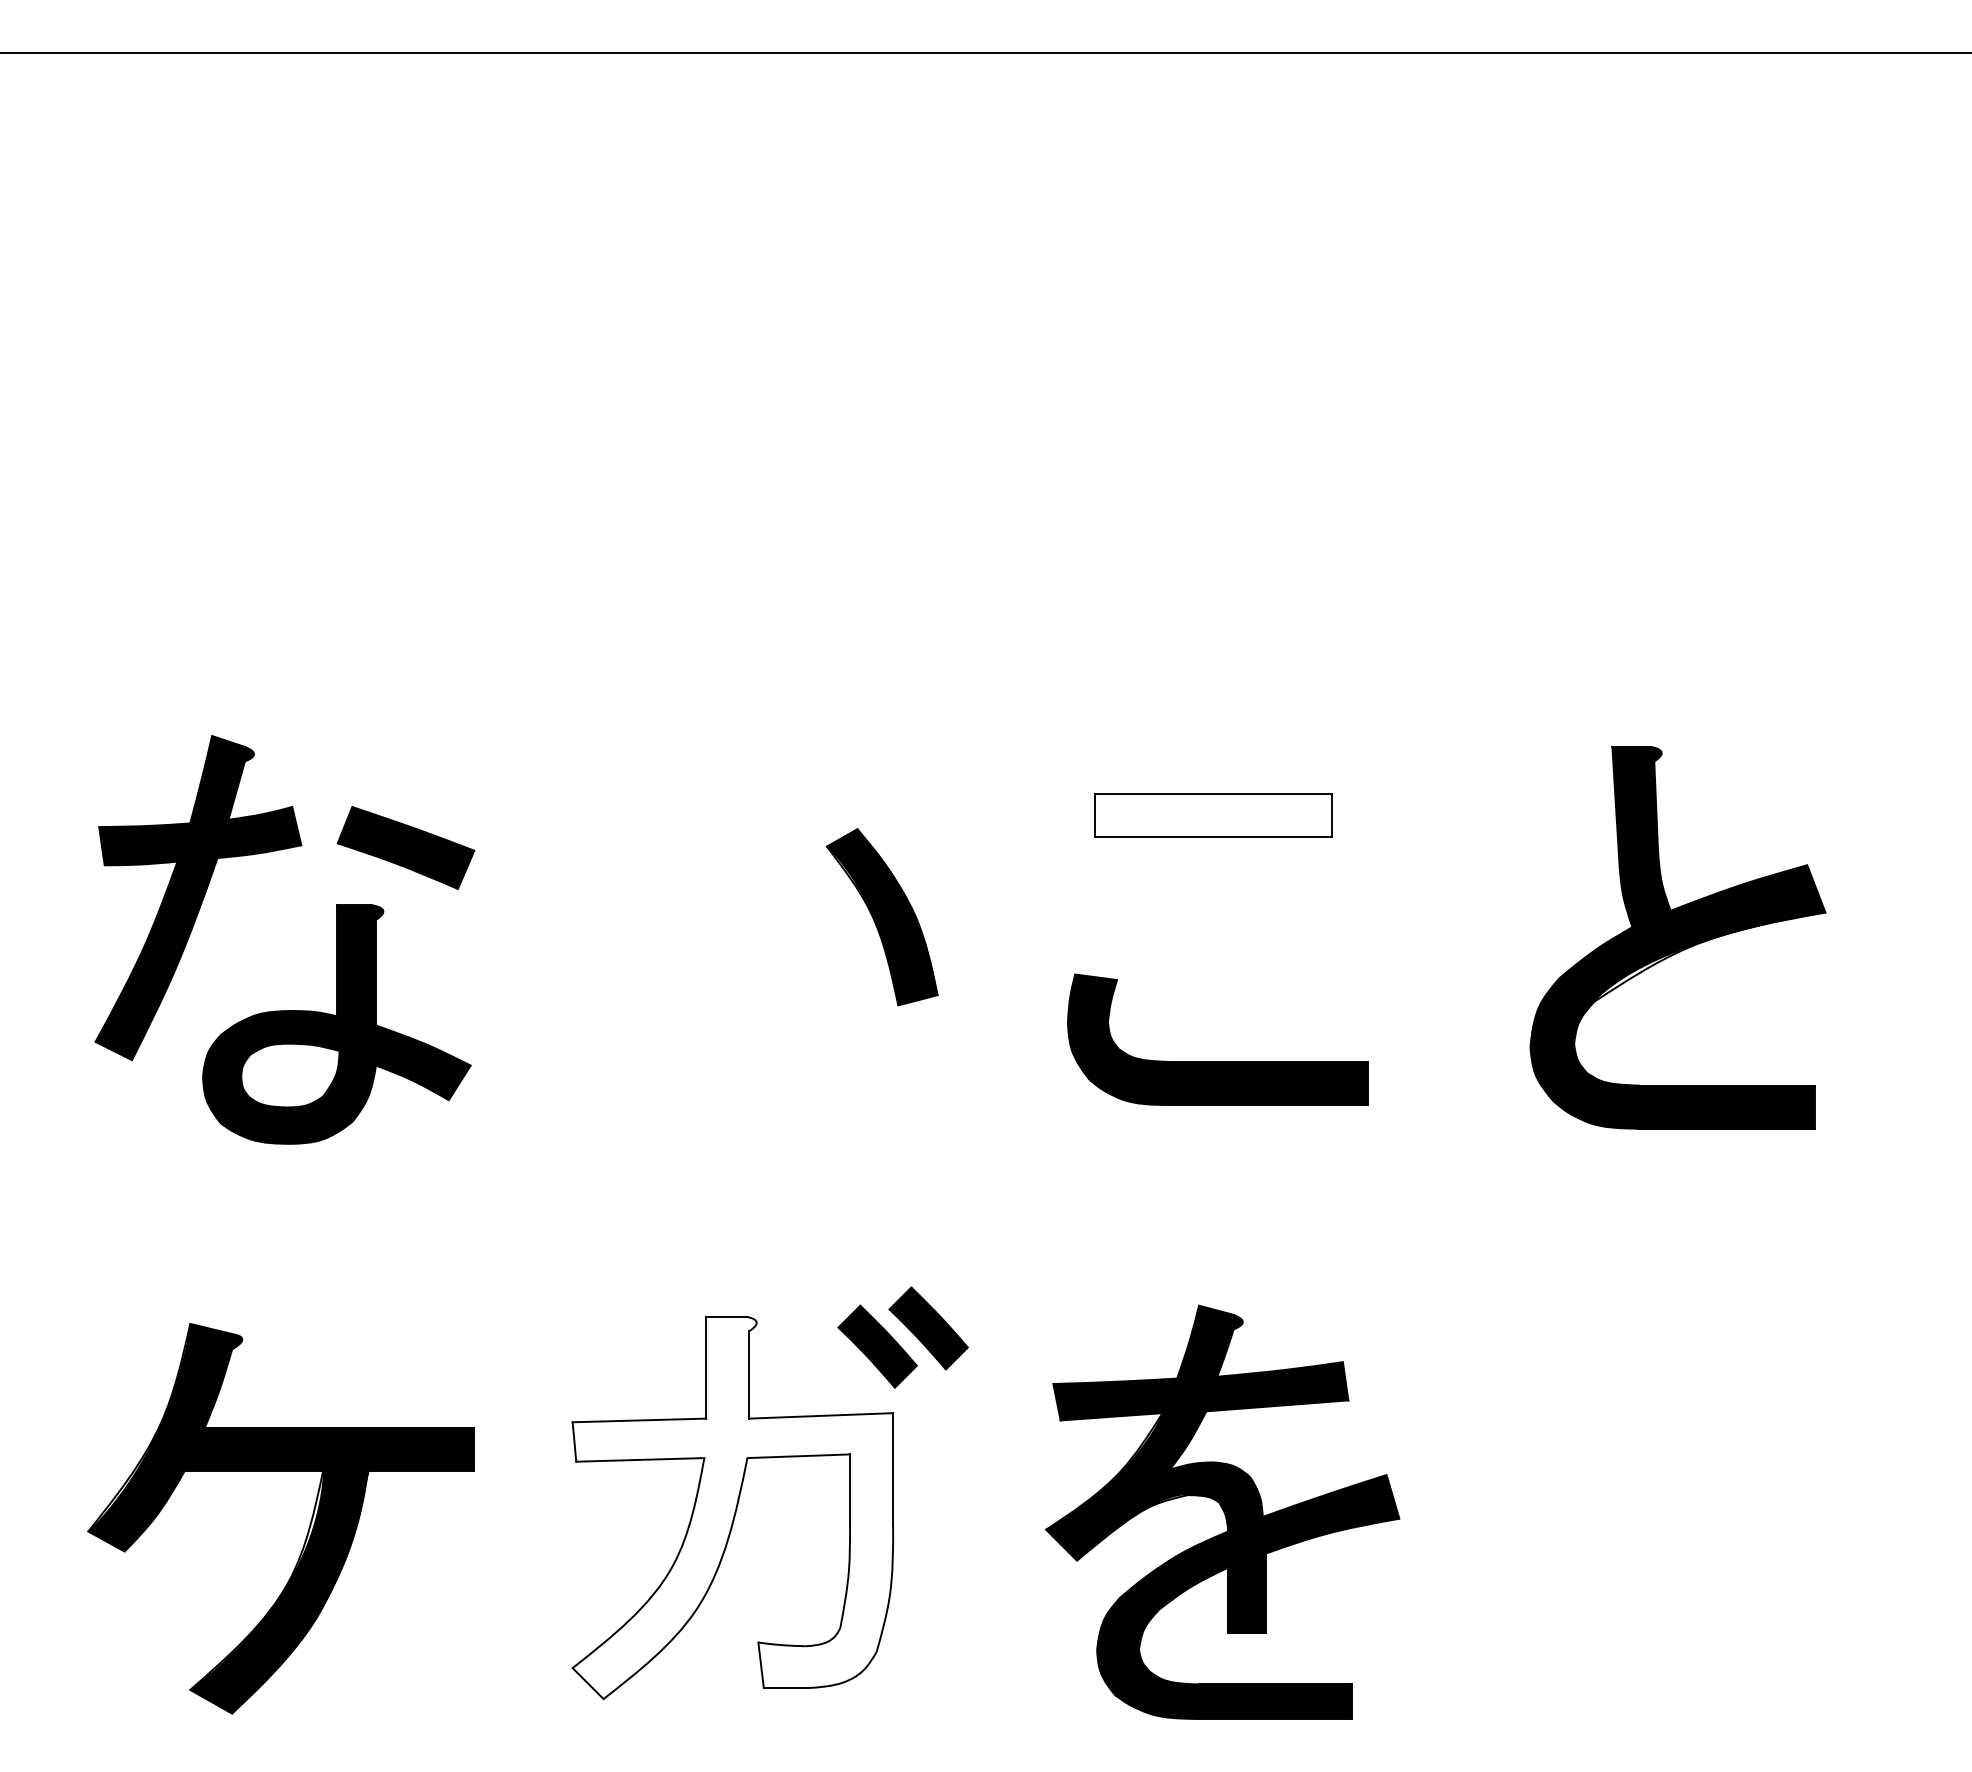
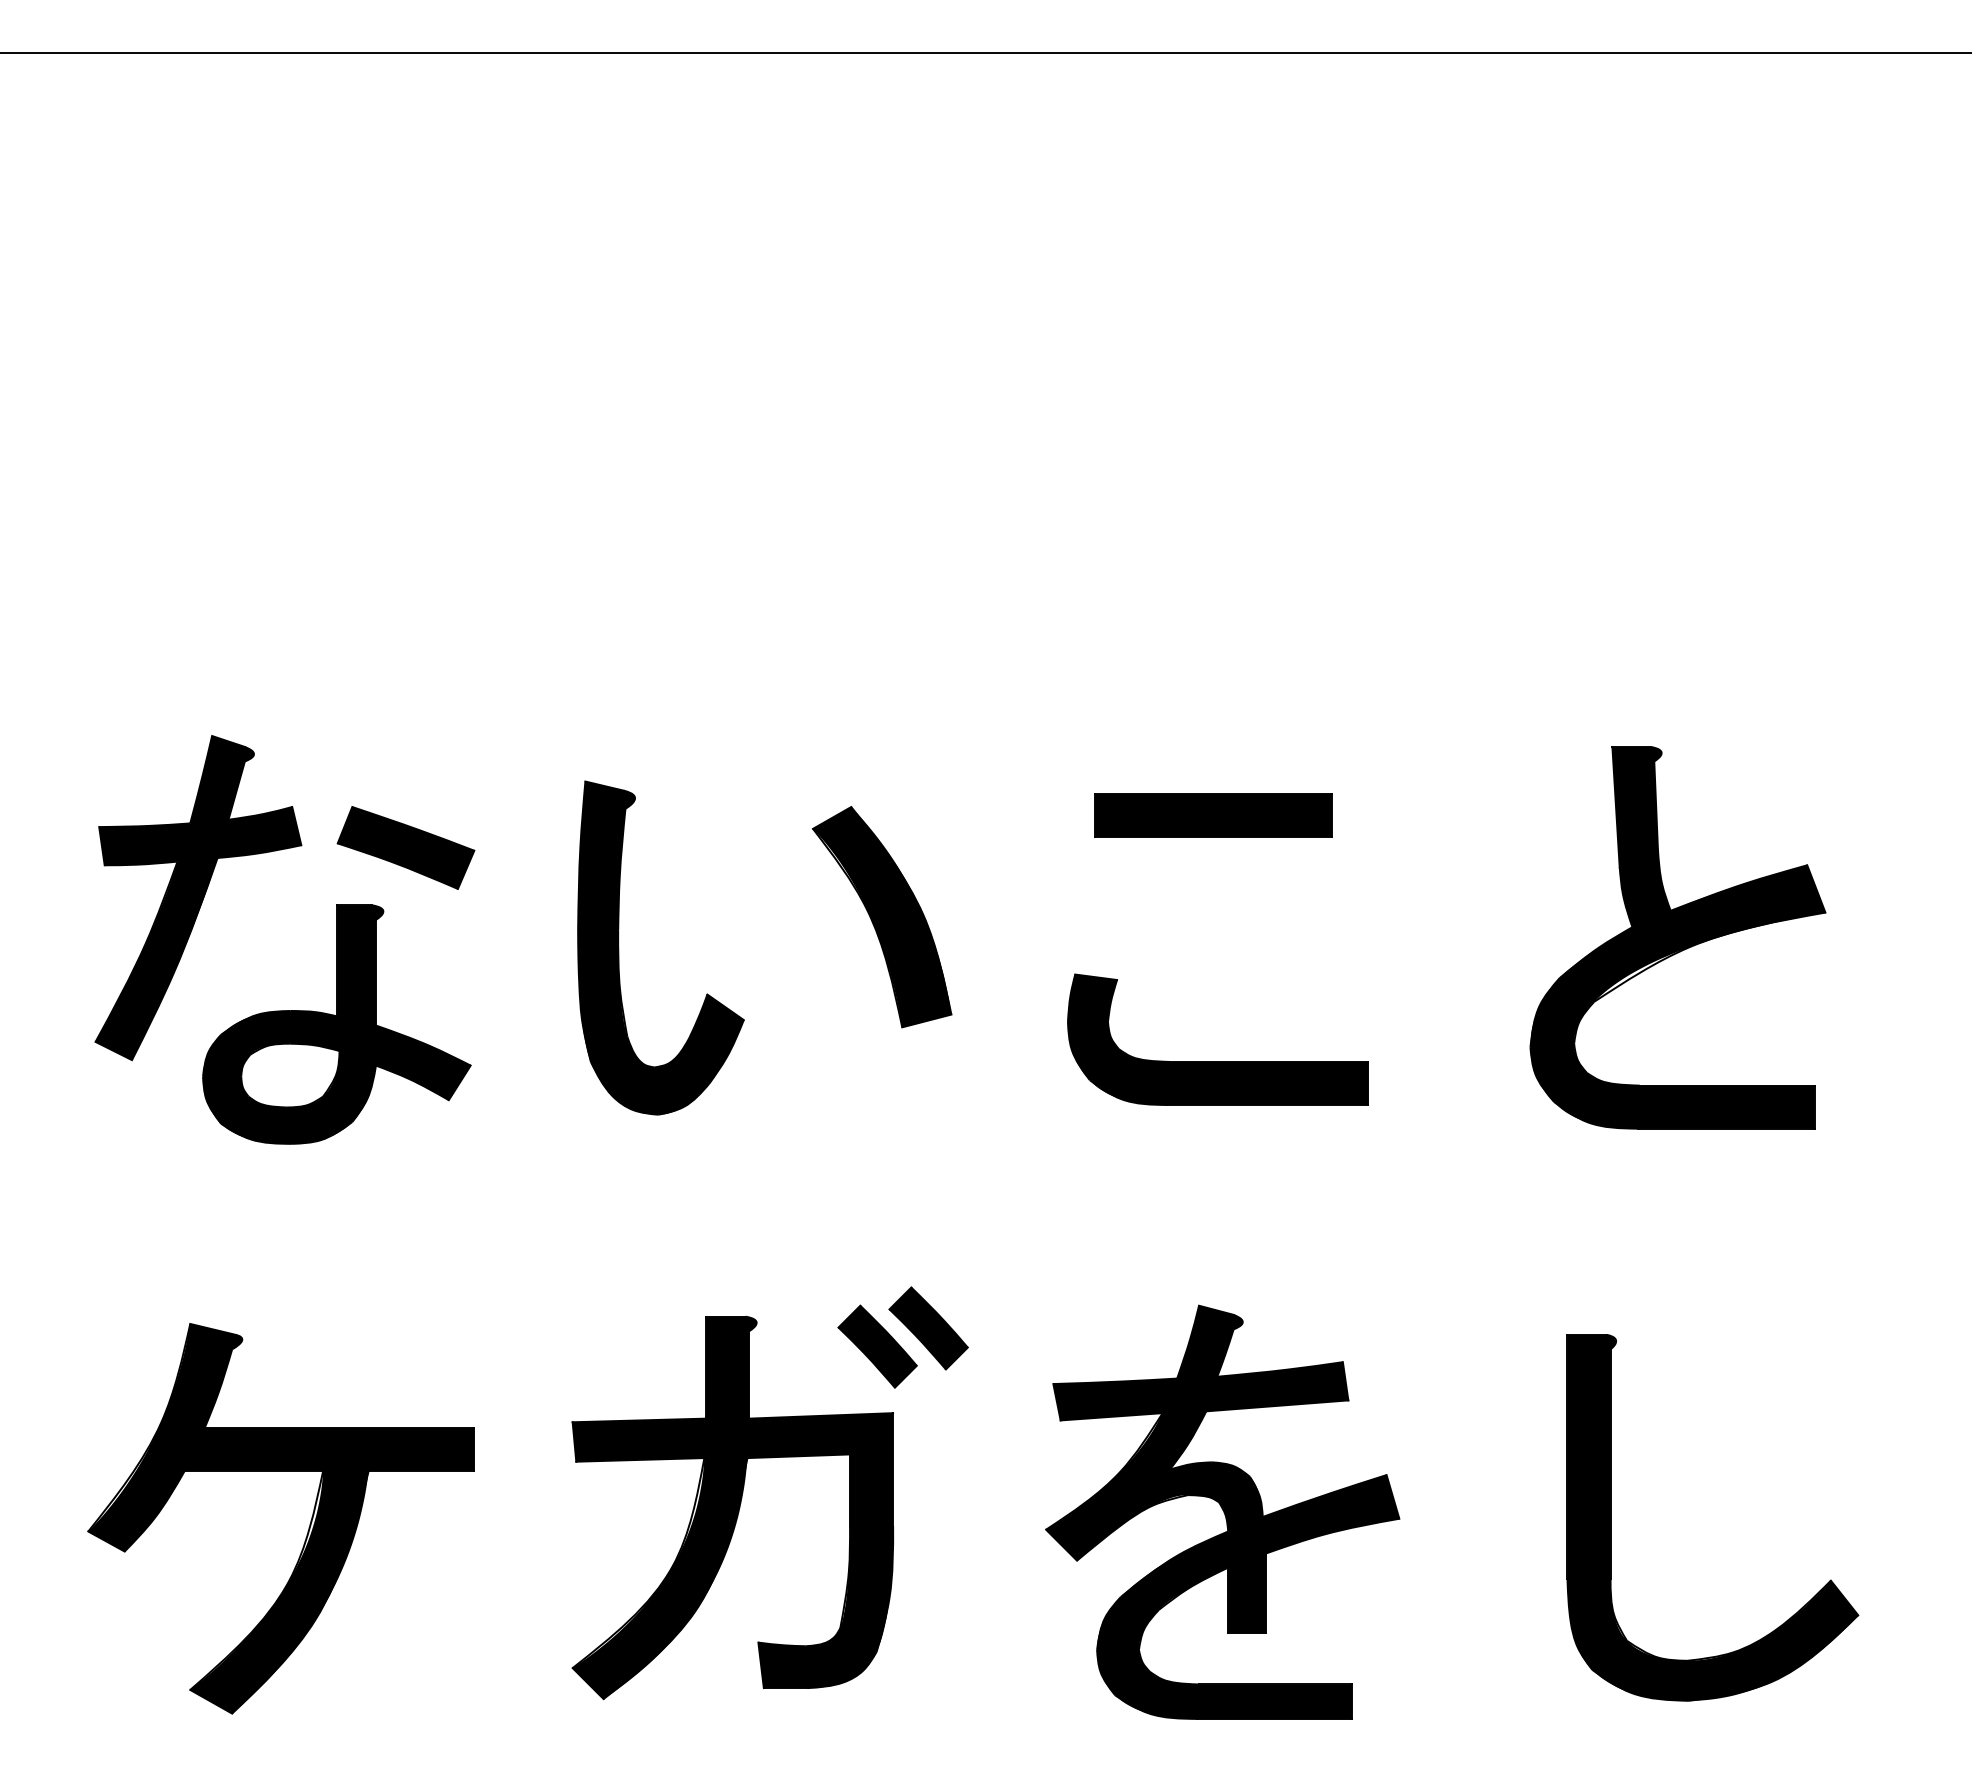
fill at (1213, 815): none -> present
part at (881, 917) size: 114x179 px -> 141x223 px
part at (619, 947): none -> present
fill at (732, 1507): none -> present
part at (1611, 1517): none -> present
